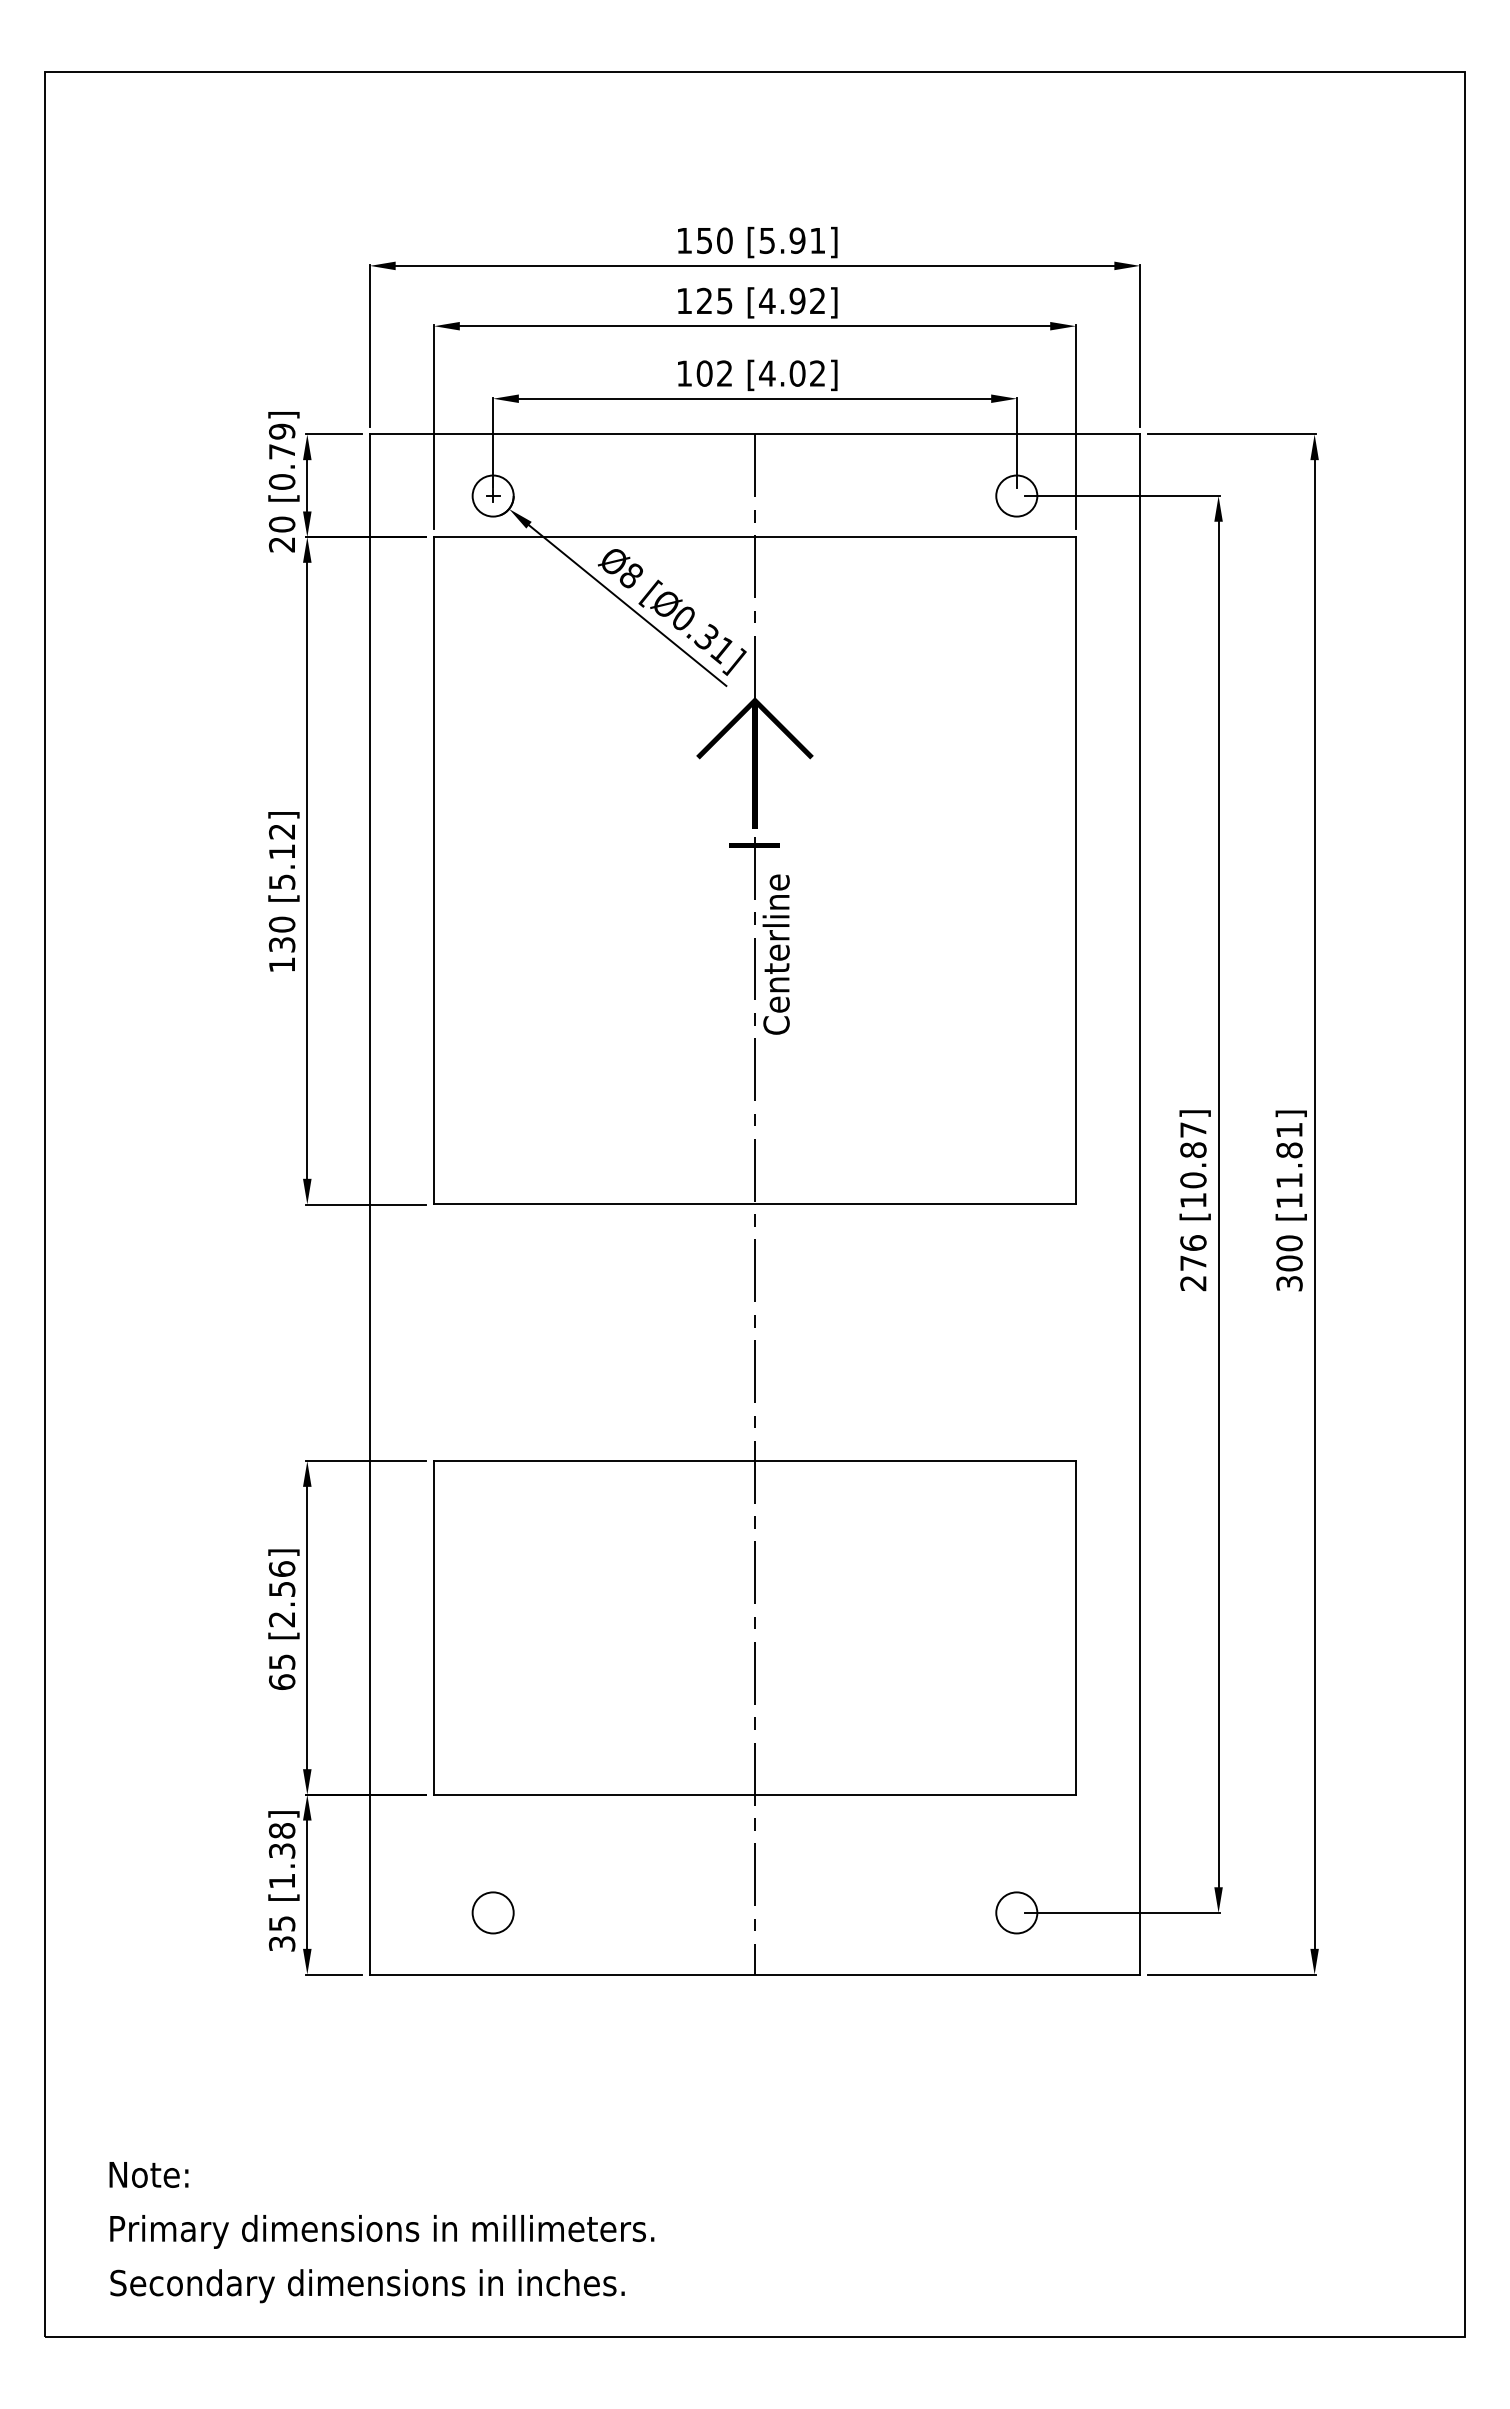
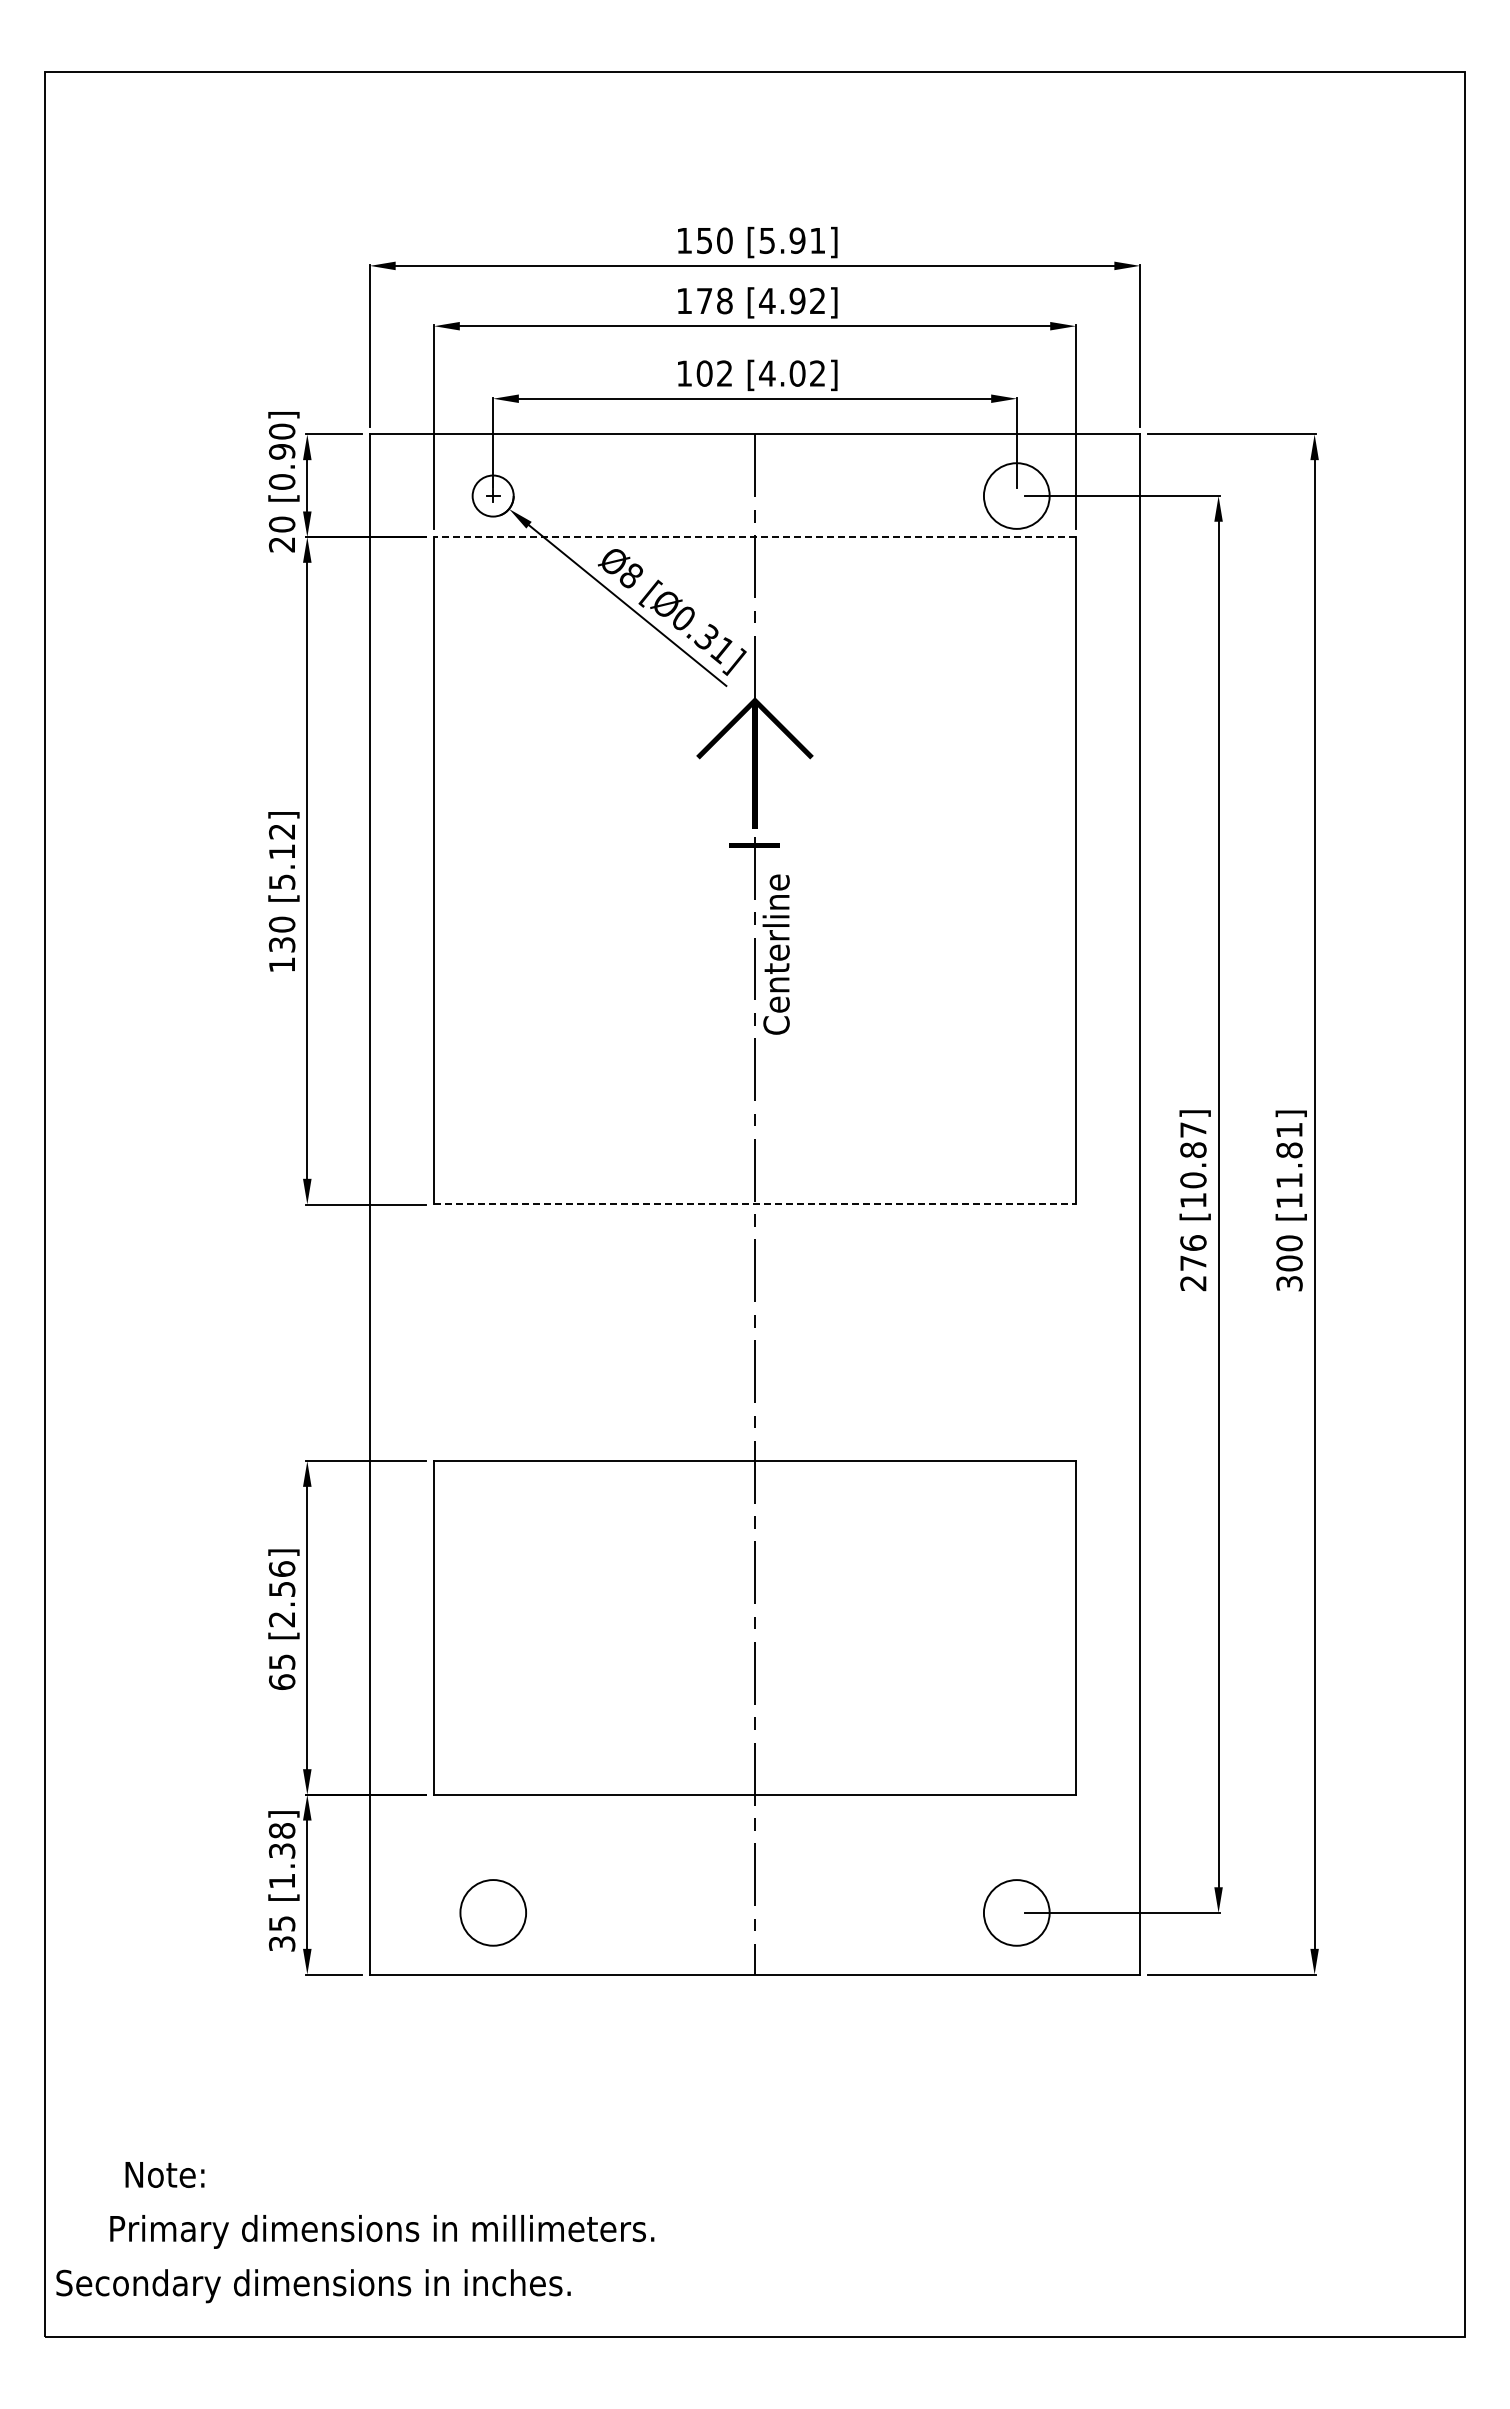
text at (714, 300): 125 -> 178
text at (282, 441): [0.79] -> [0.90]
circle at (1016, 495) diameter: 41 px -> 66 px
line at (754, 537): solid -> dashed
line at (754, 1204): solid -> dashed
circle at (492, 1912) size: 44x44 px -> 68x68 px
circle at (1016, 1912) diameter: 41 px -> 66 px
text at (148, 2174) position: (148, 2174) -> (164, 2174)
text at (367, 2286) position: (367, 2286) -> (313, 2286)
